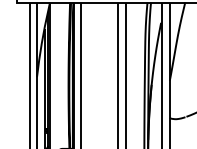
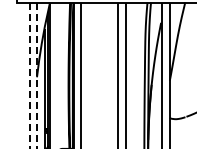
line at (37, 75): solid -> dashed
line at (29, 76): solid -> dashed
